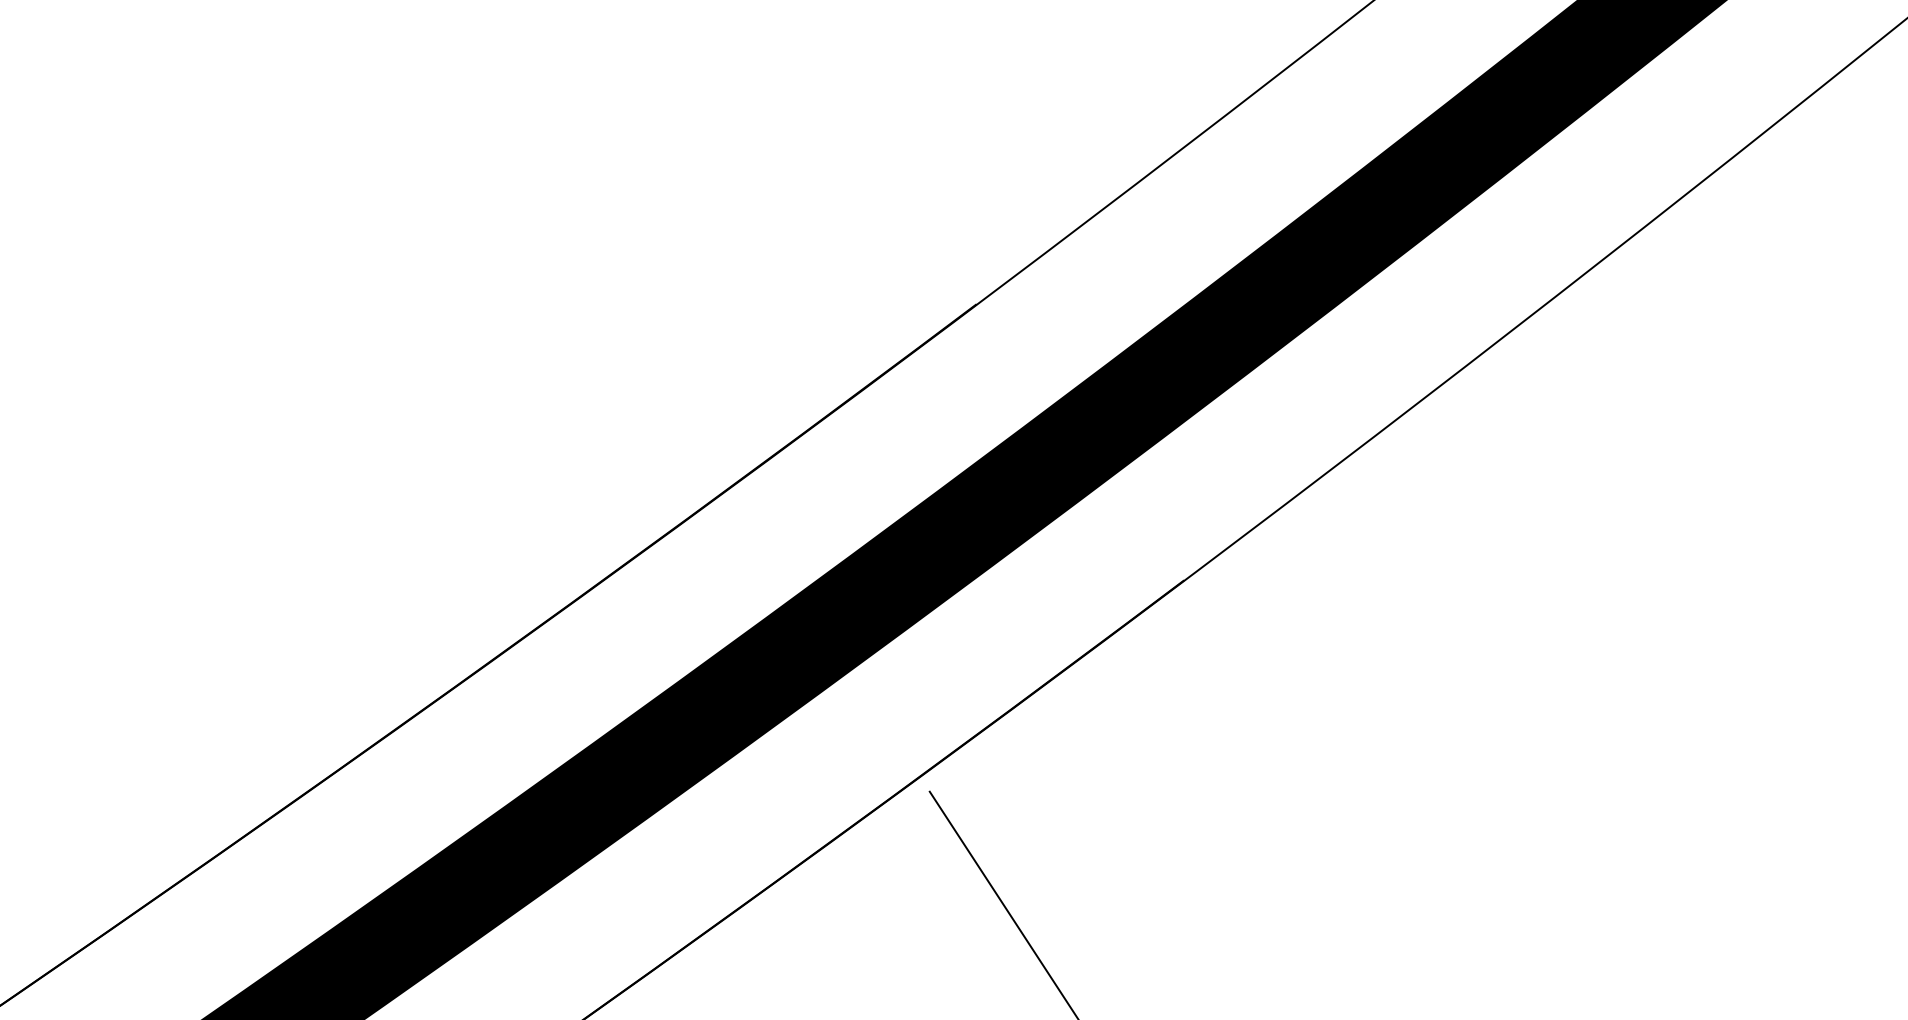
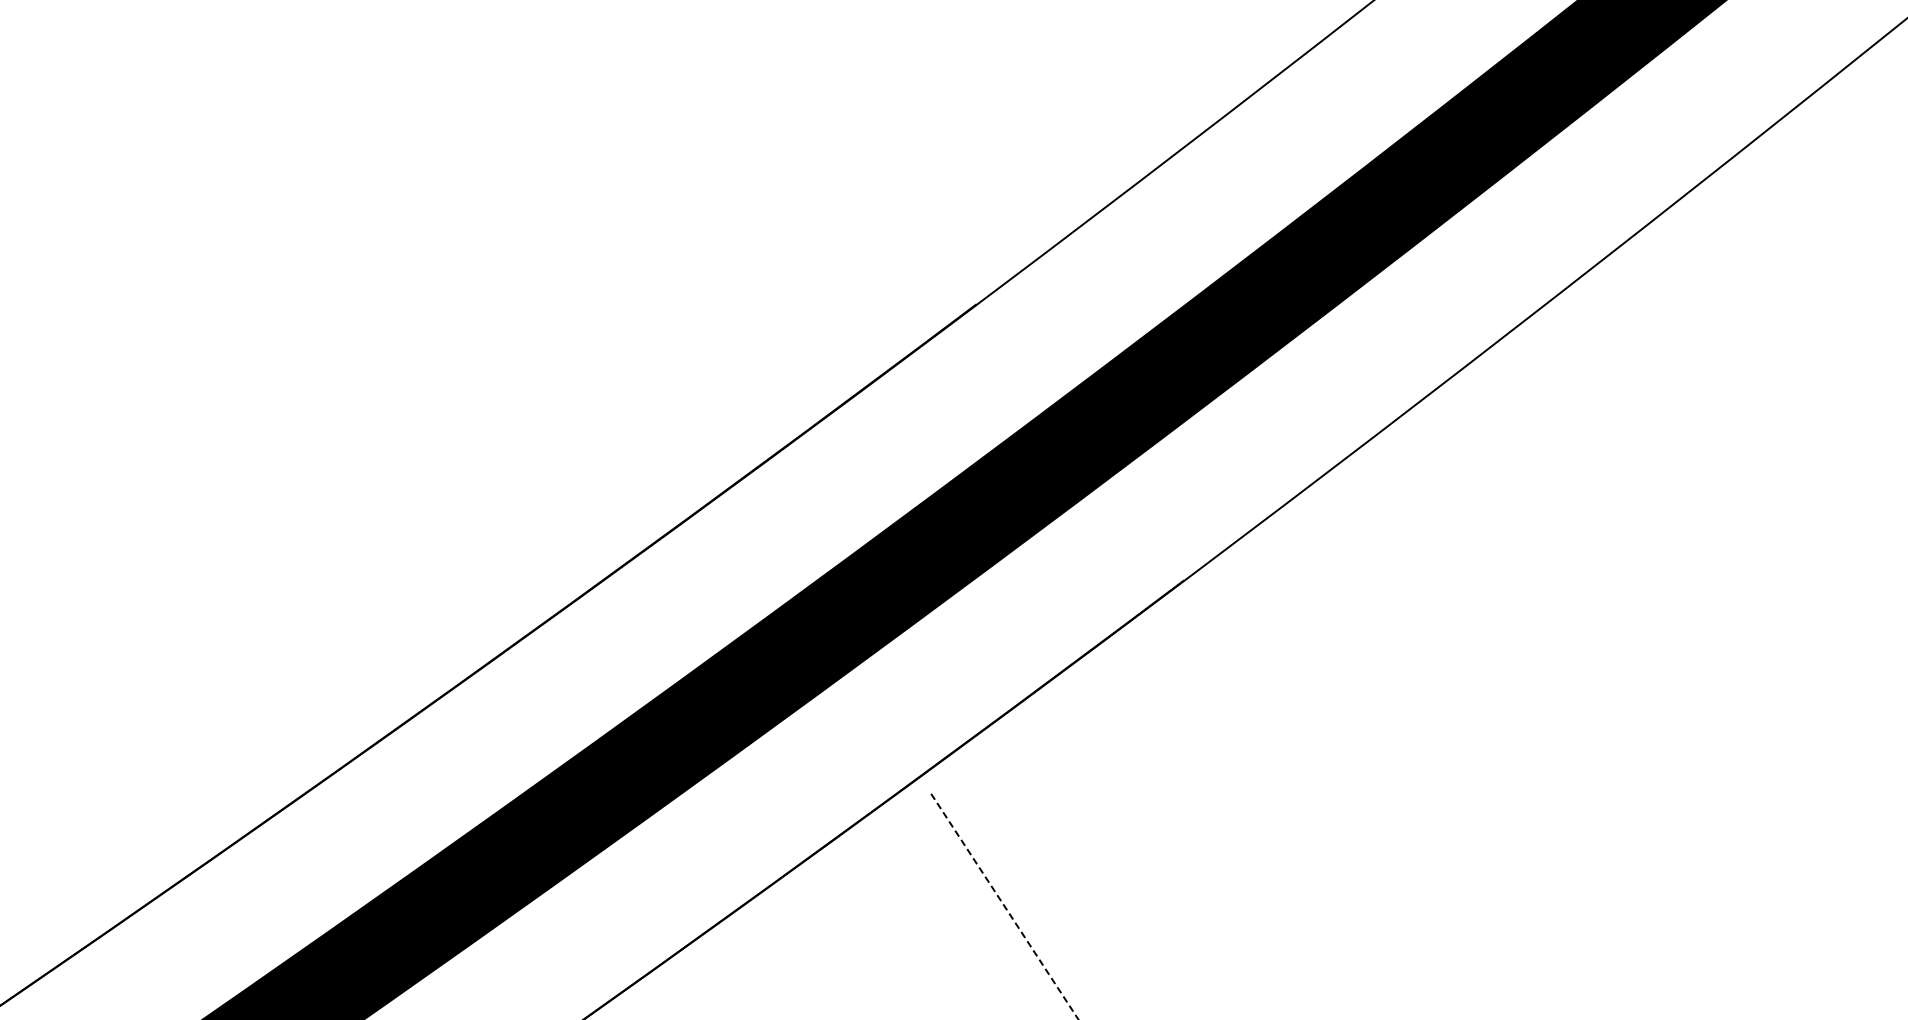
line at (1004, 905): solid -> dashed
